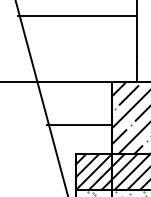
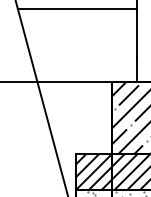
line at (76, 15) position: (76, 15) -> (76, 8)
line at (79, 124): present -> none
